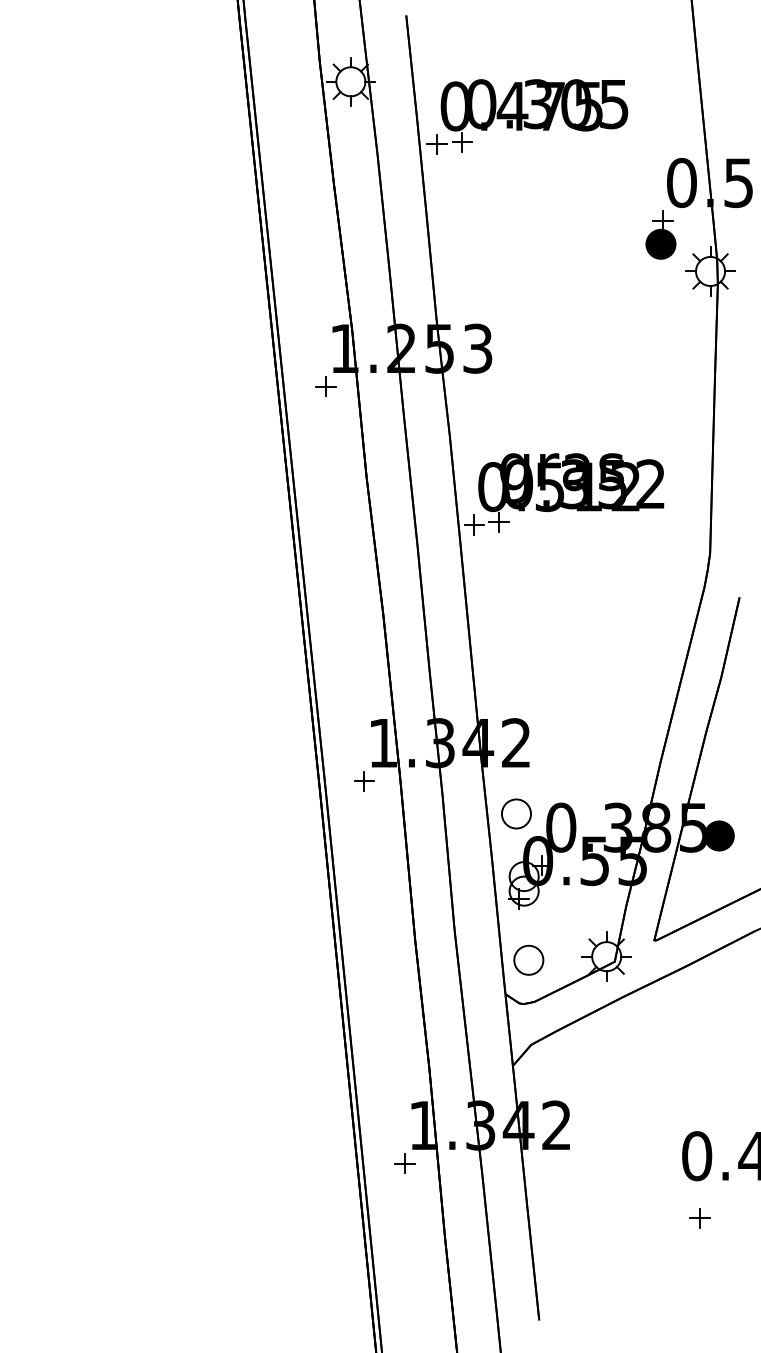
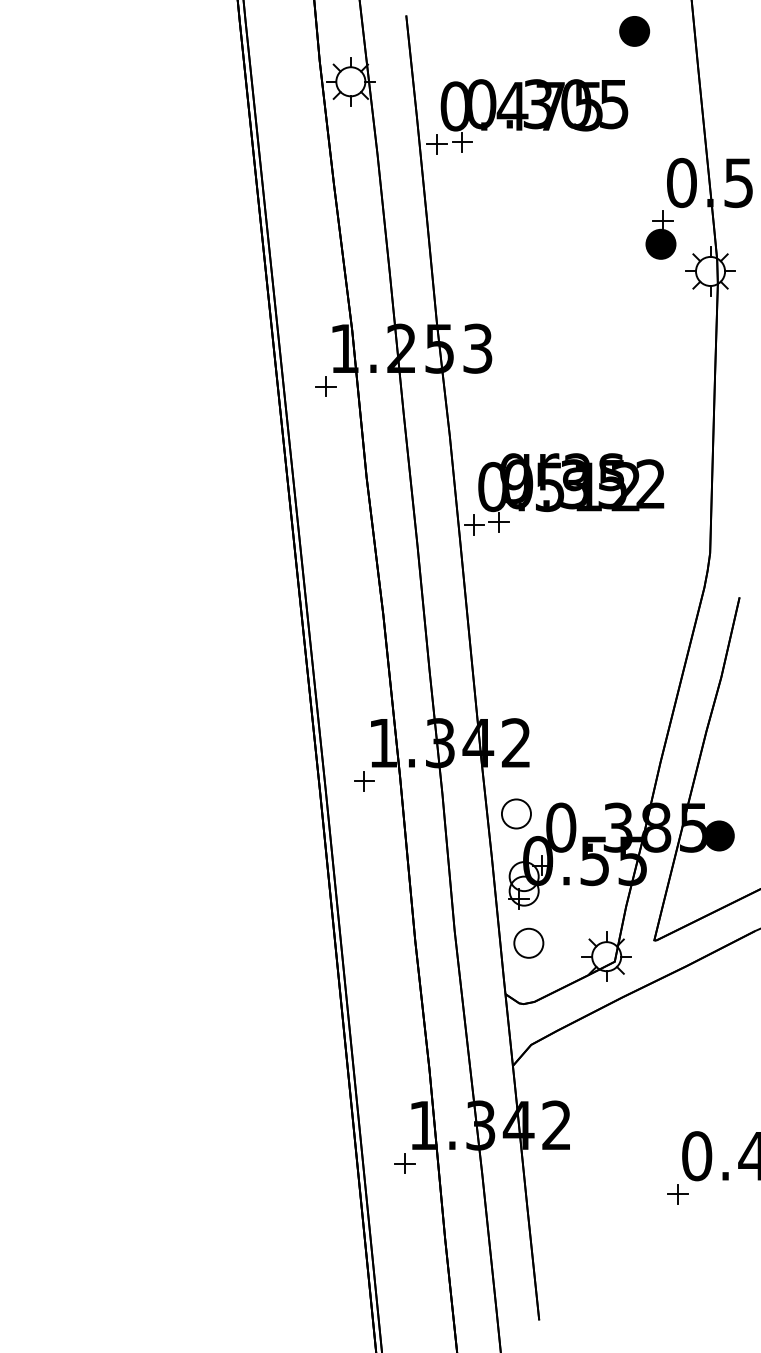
part at (634, 31): none -> present
part at (528, 959) position: (528, 959) -> (528, 942)
part at (699, 1218) position: (699, 1218) -> (677, 1194)
